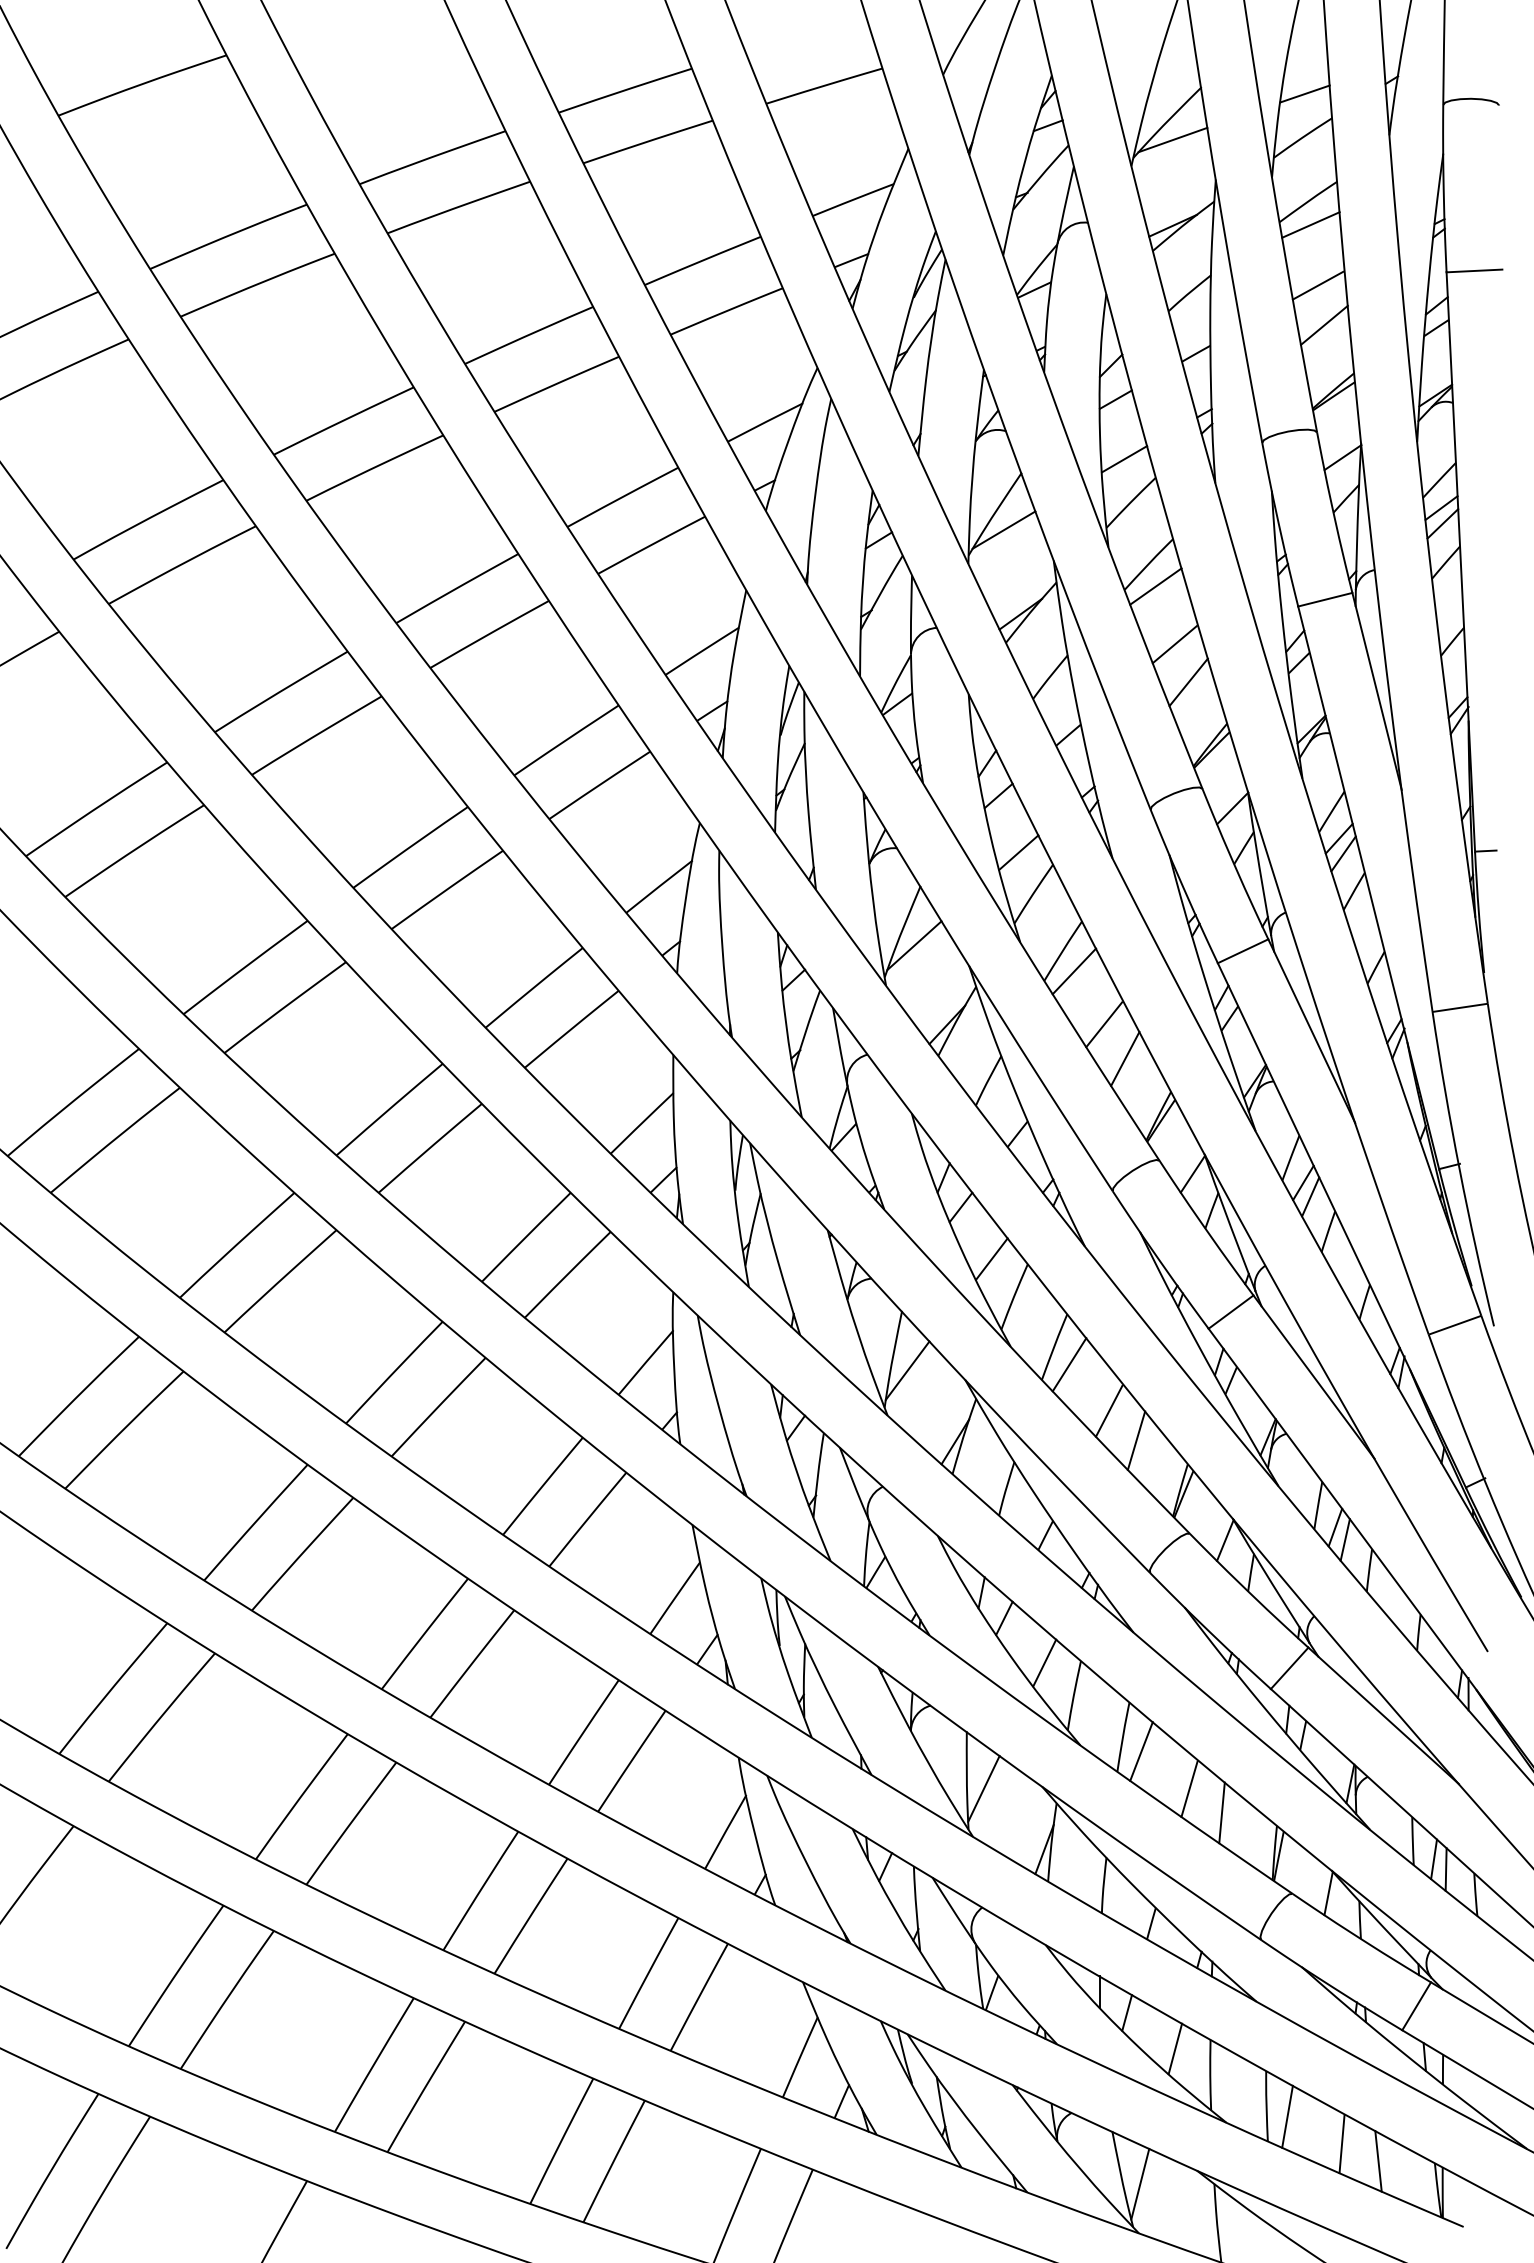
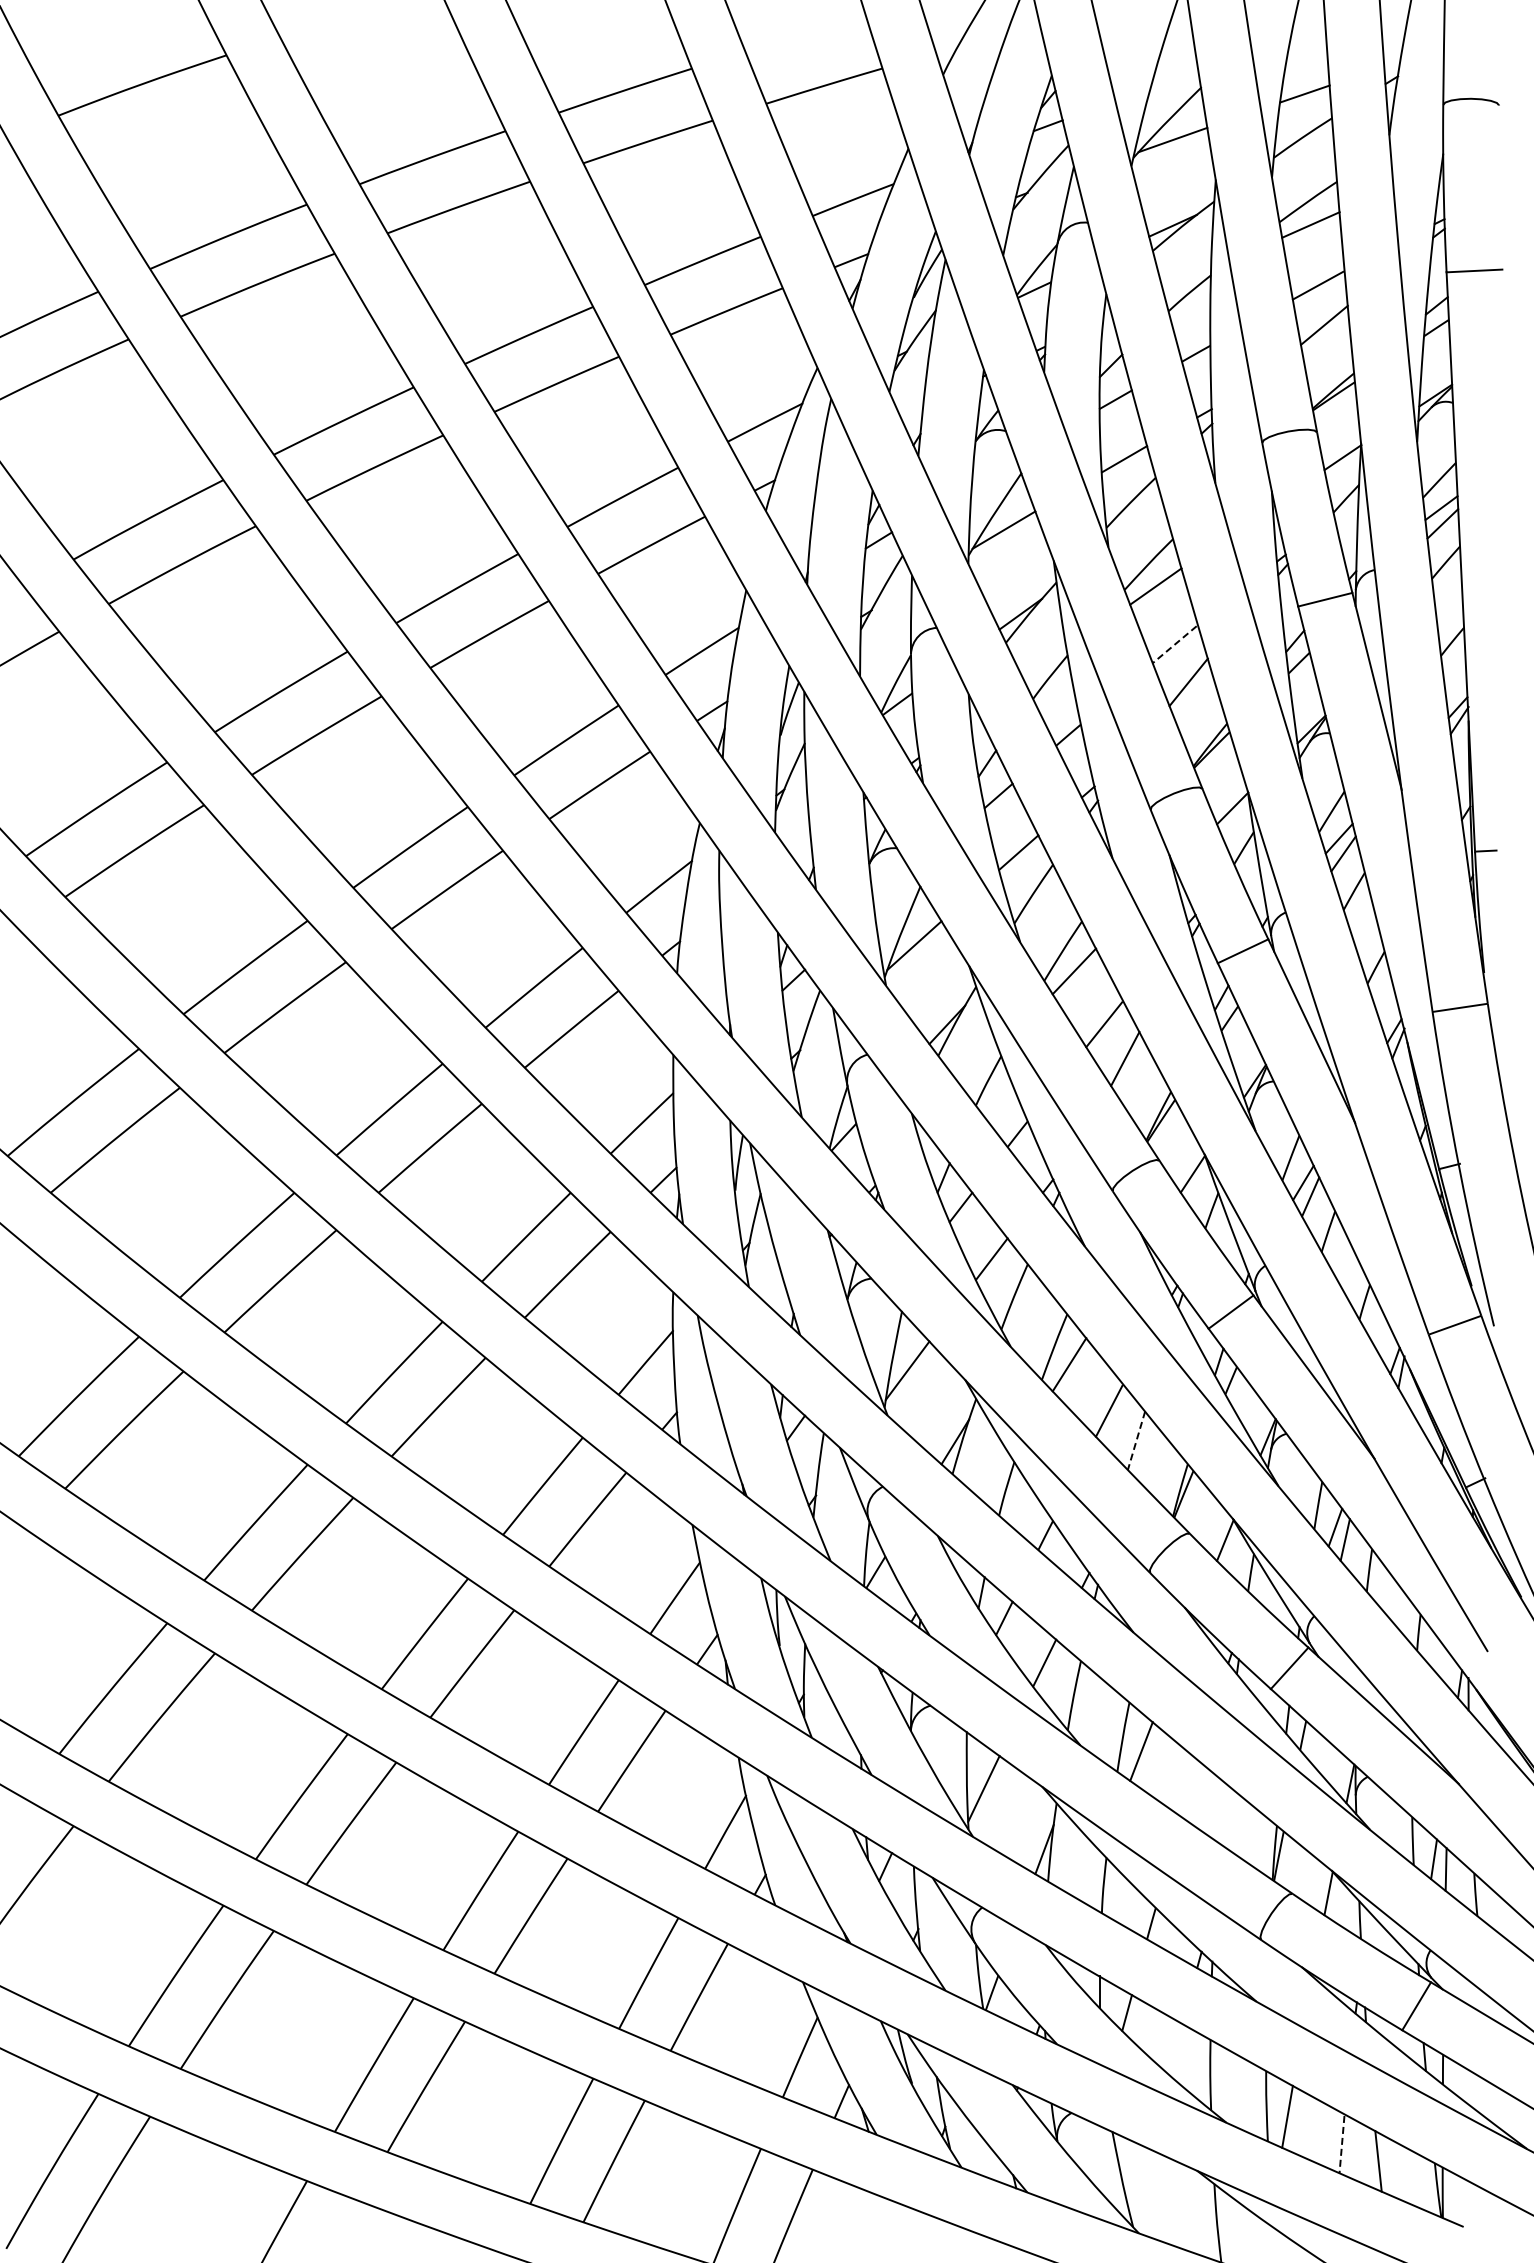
line at (1174, 644): solid -> dashed
line at (1136, 1441): solid -> dashed
line at (1189, 1788): present -> none
line at (1221, 1812): present -> none
line at (1175, 2048): present -> none
line at (1342, 2144): solid -> dashed
line at (1140, 2183): present -> none
